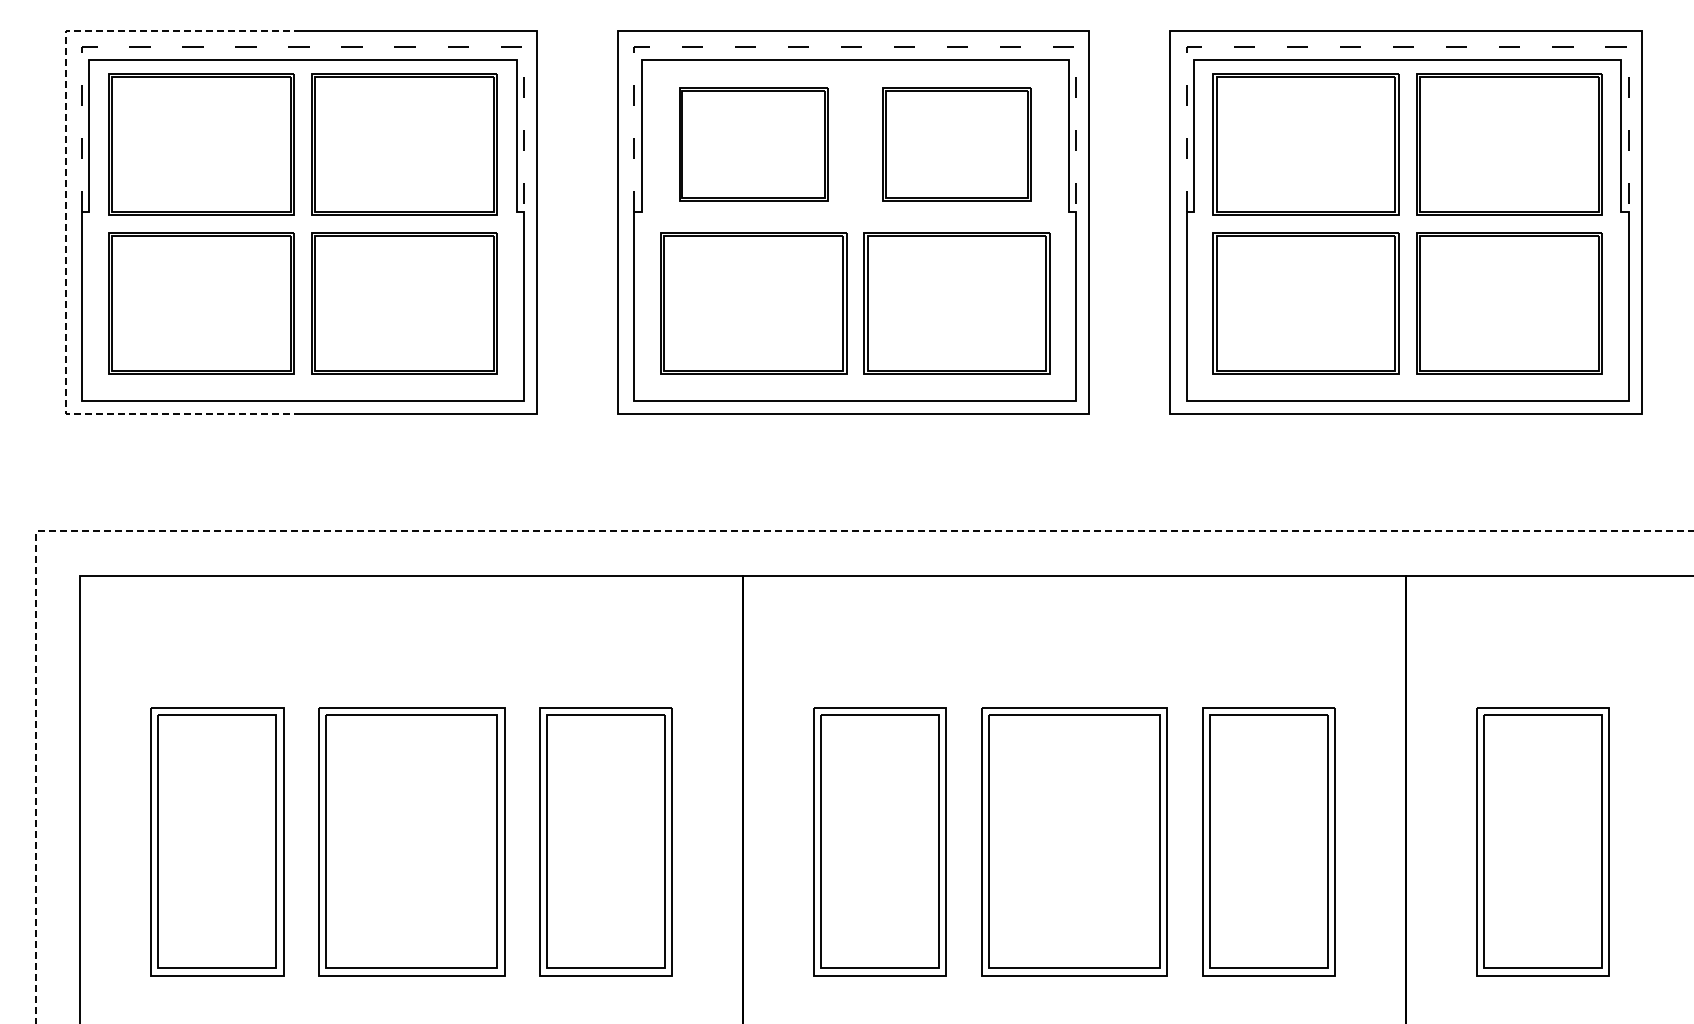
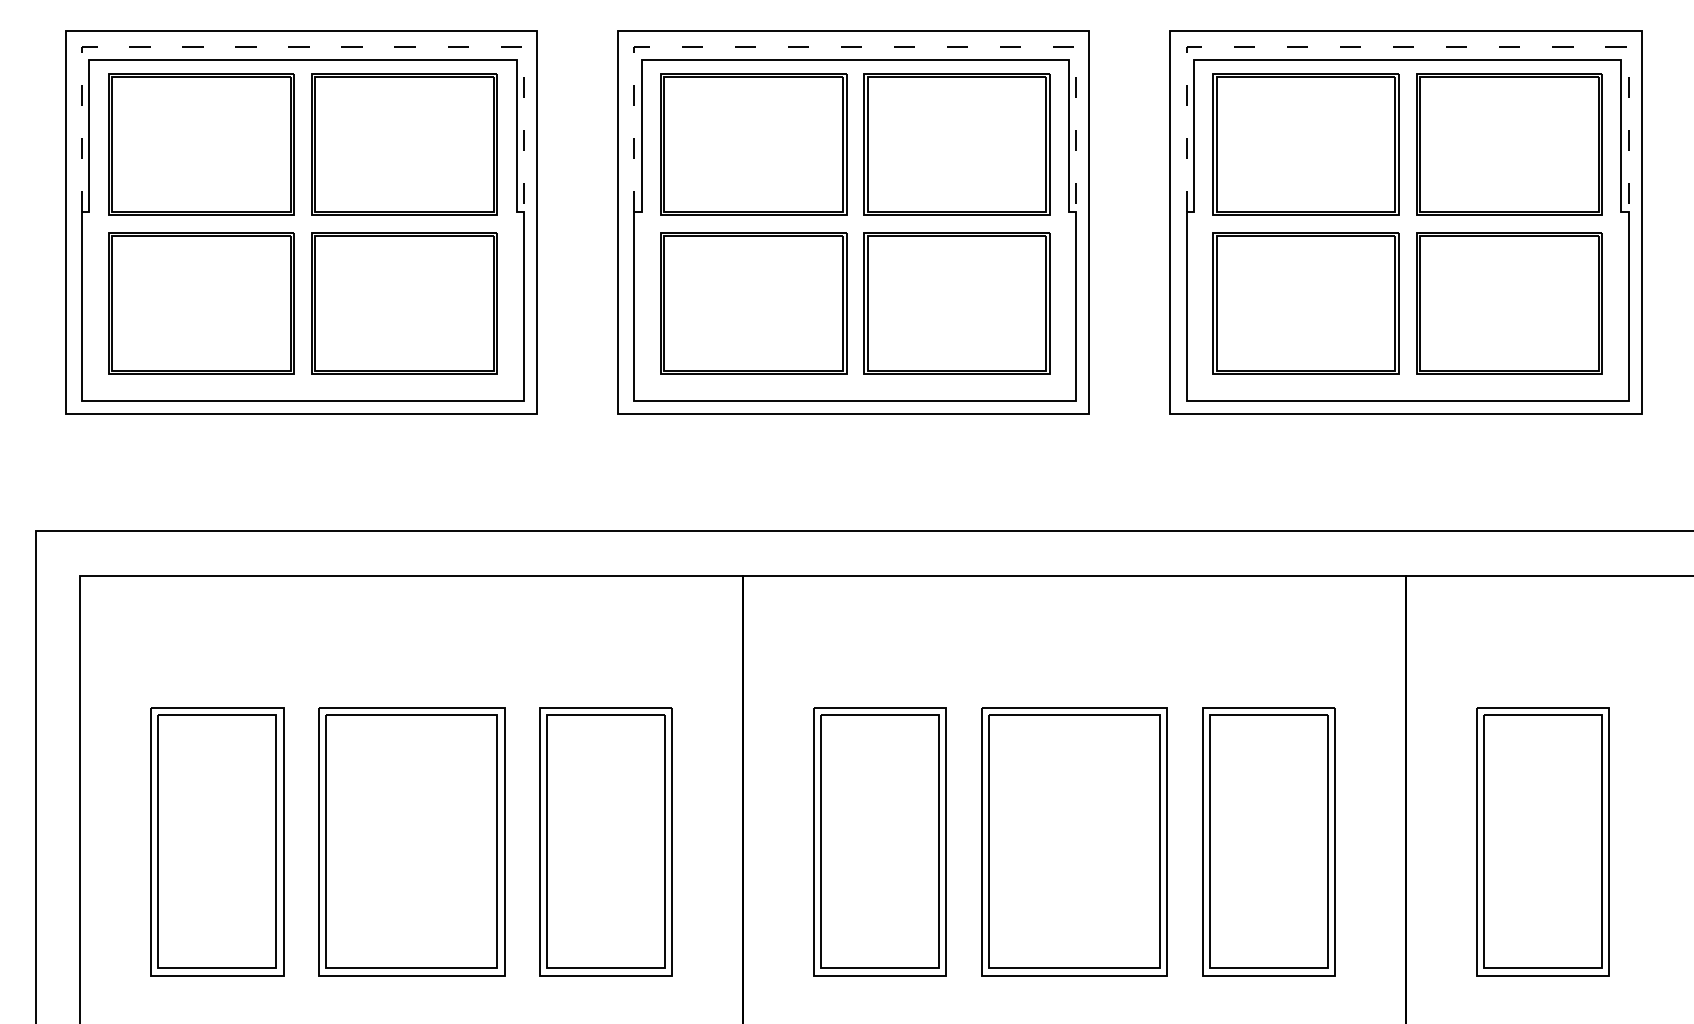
part at (753, 144) size: 150x115 px -> 188x143 px
part at (956, 144) size: 150x115 px -> 188x143 px
line at (65, 222): dashed -> solid
line at (618, 531): dashed -> solid
